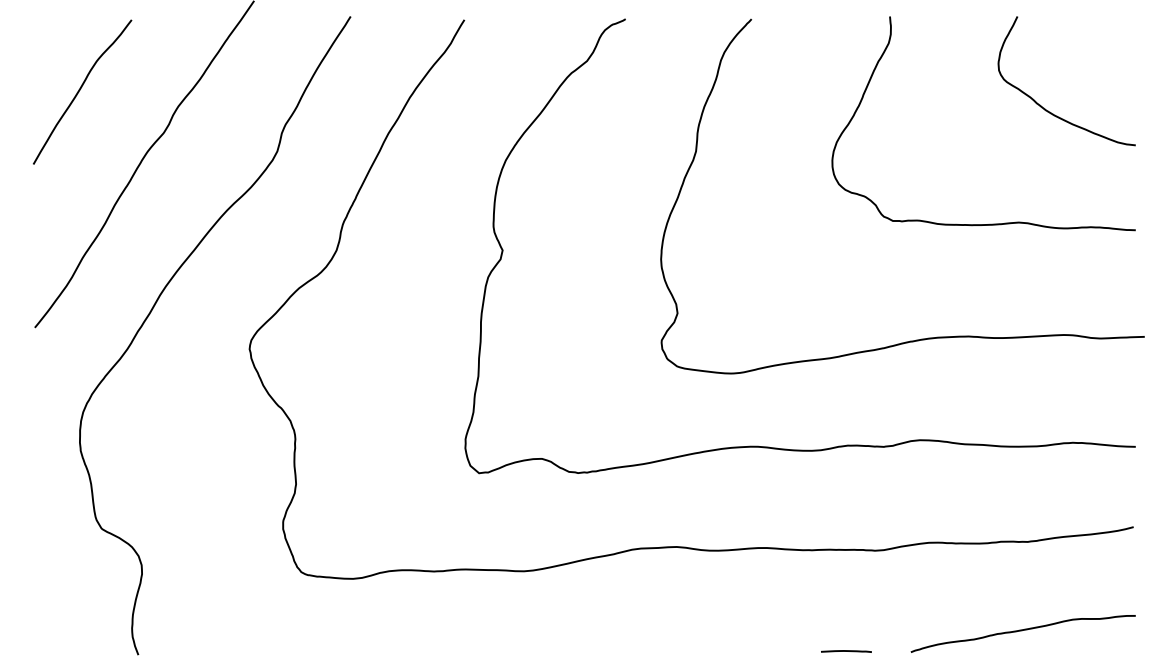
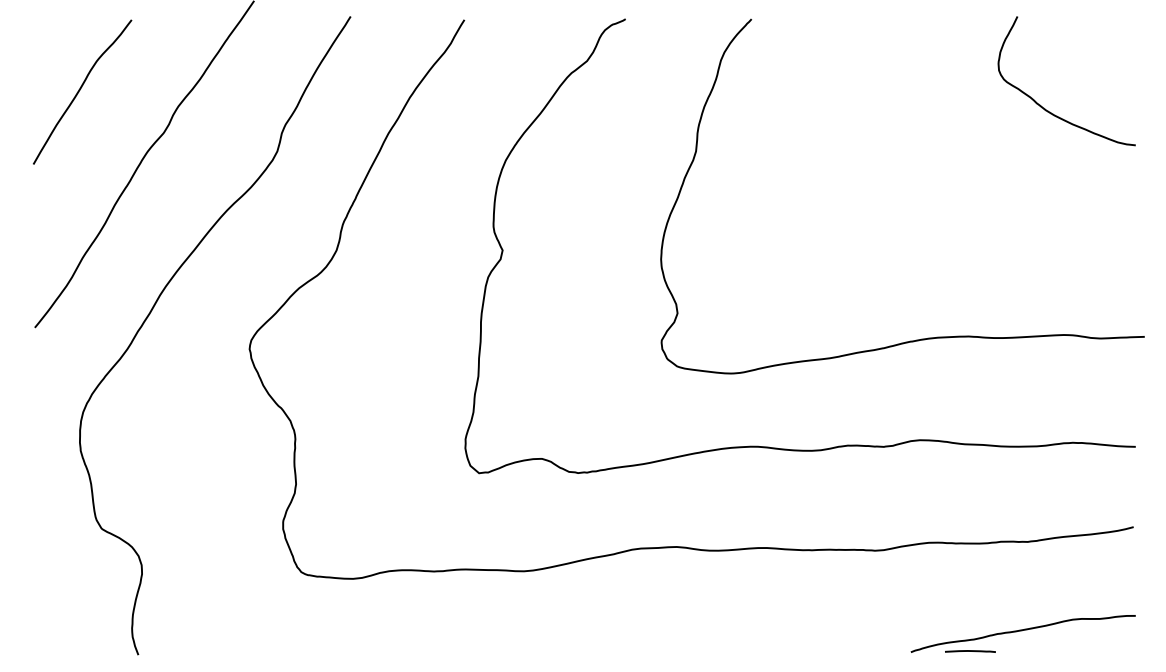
curve at (990, 223): present -> none
line at (846, 651) position: (846, 651) -> (970, 651)
